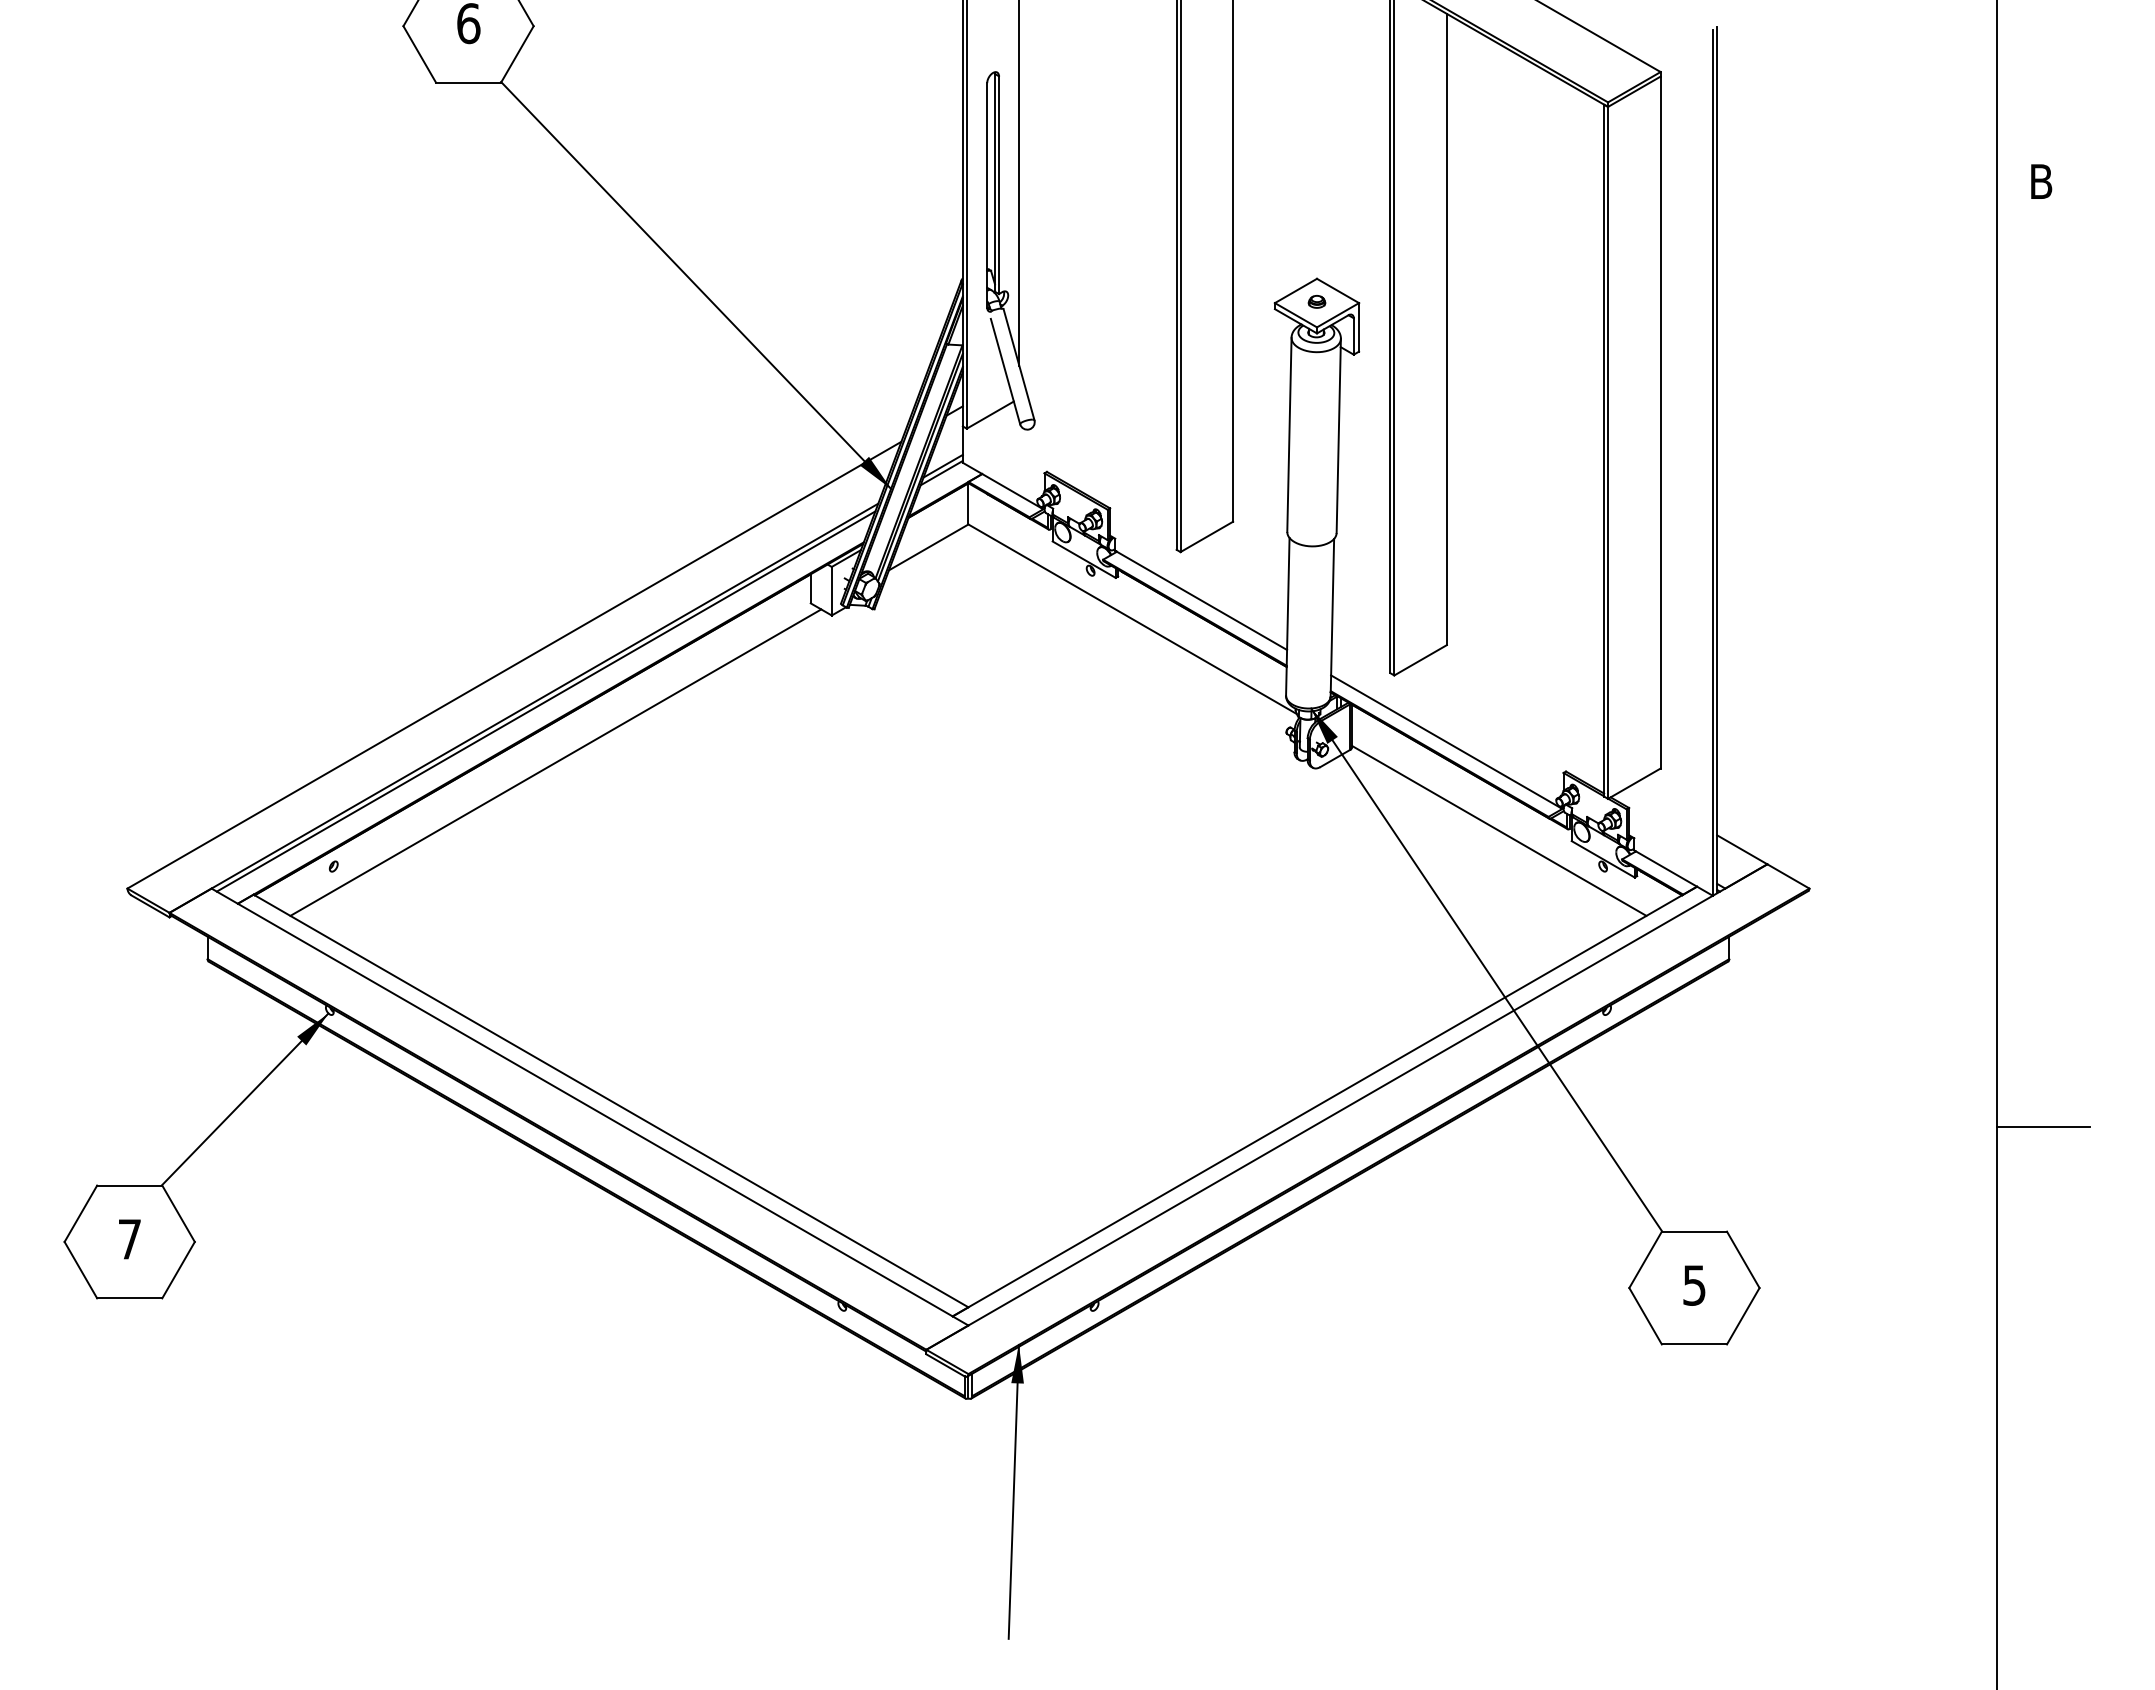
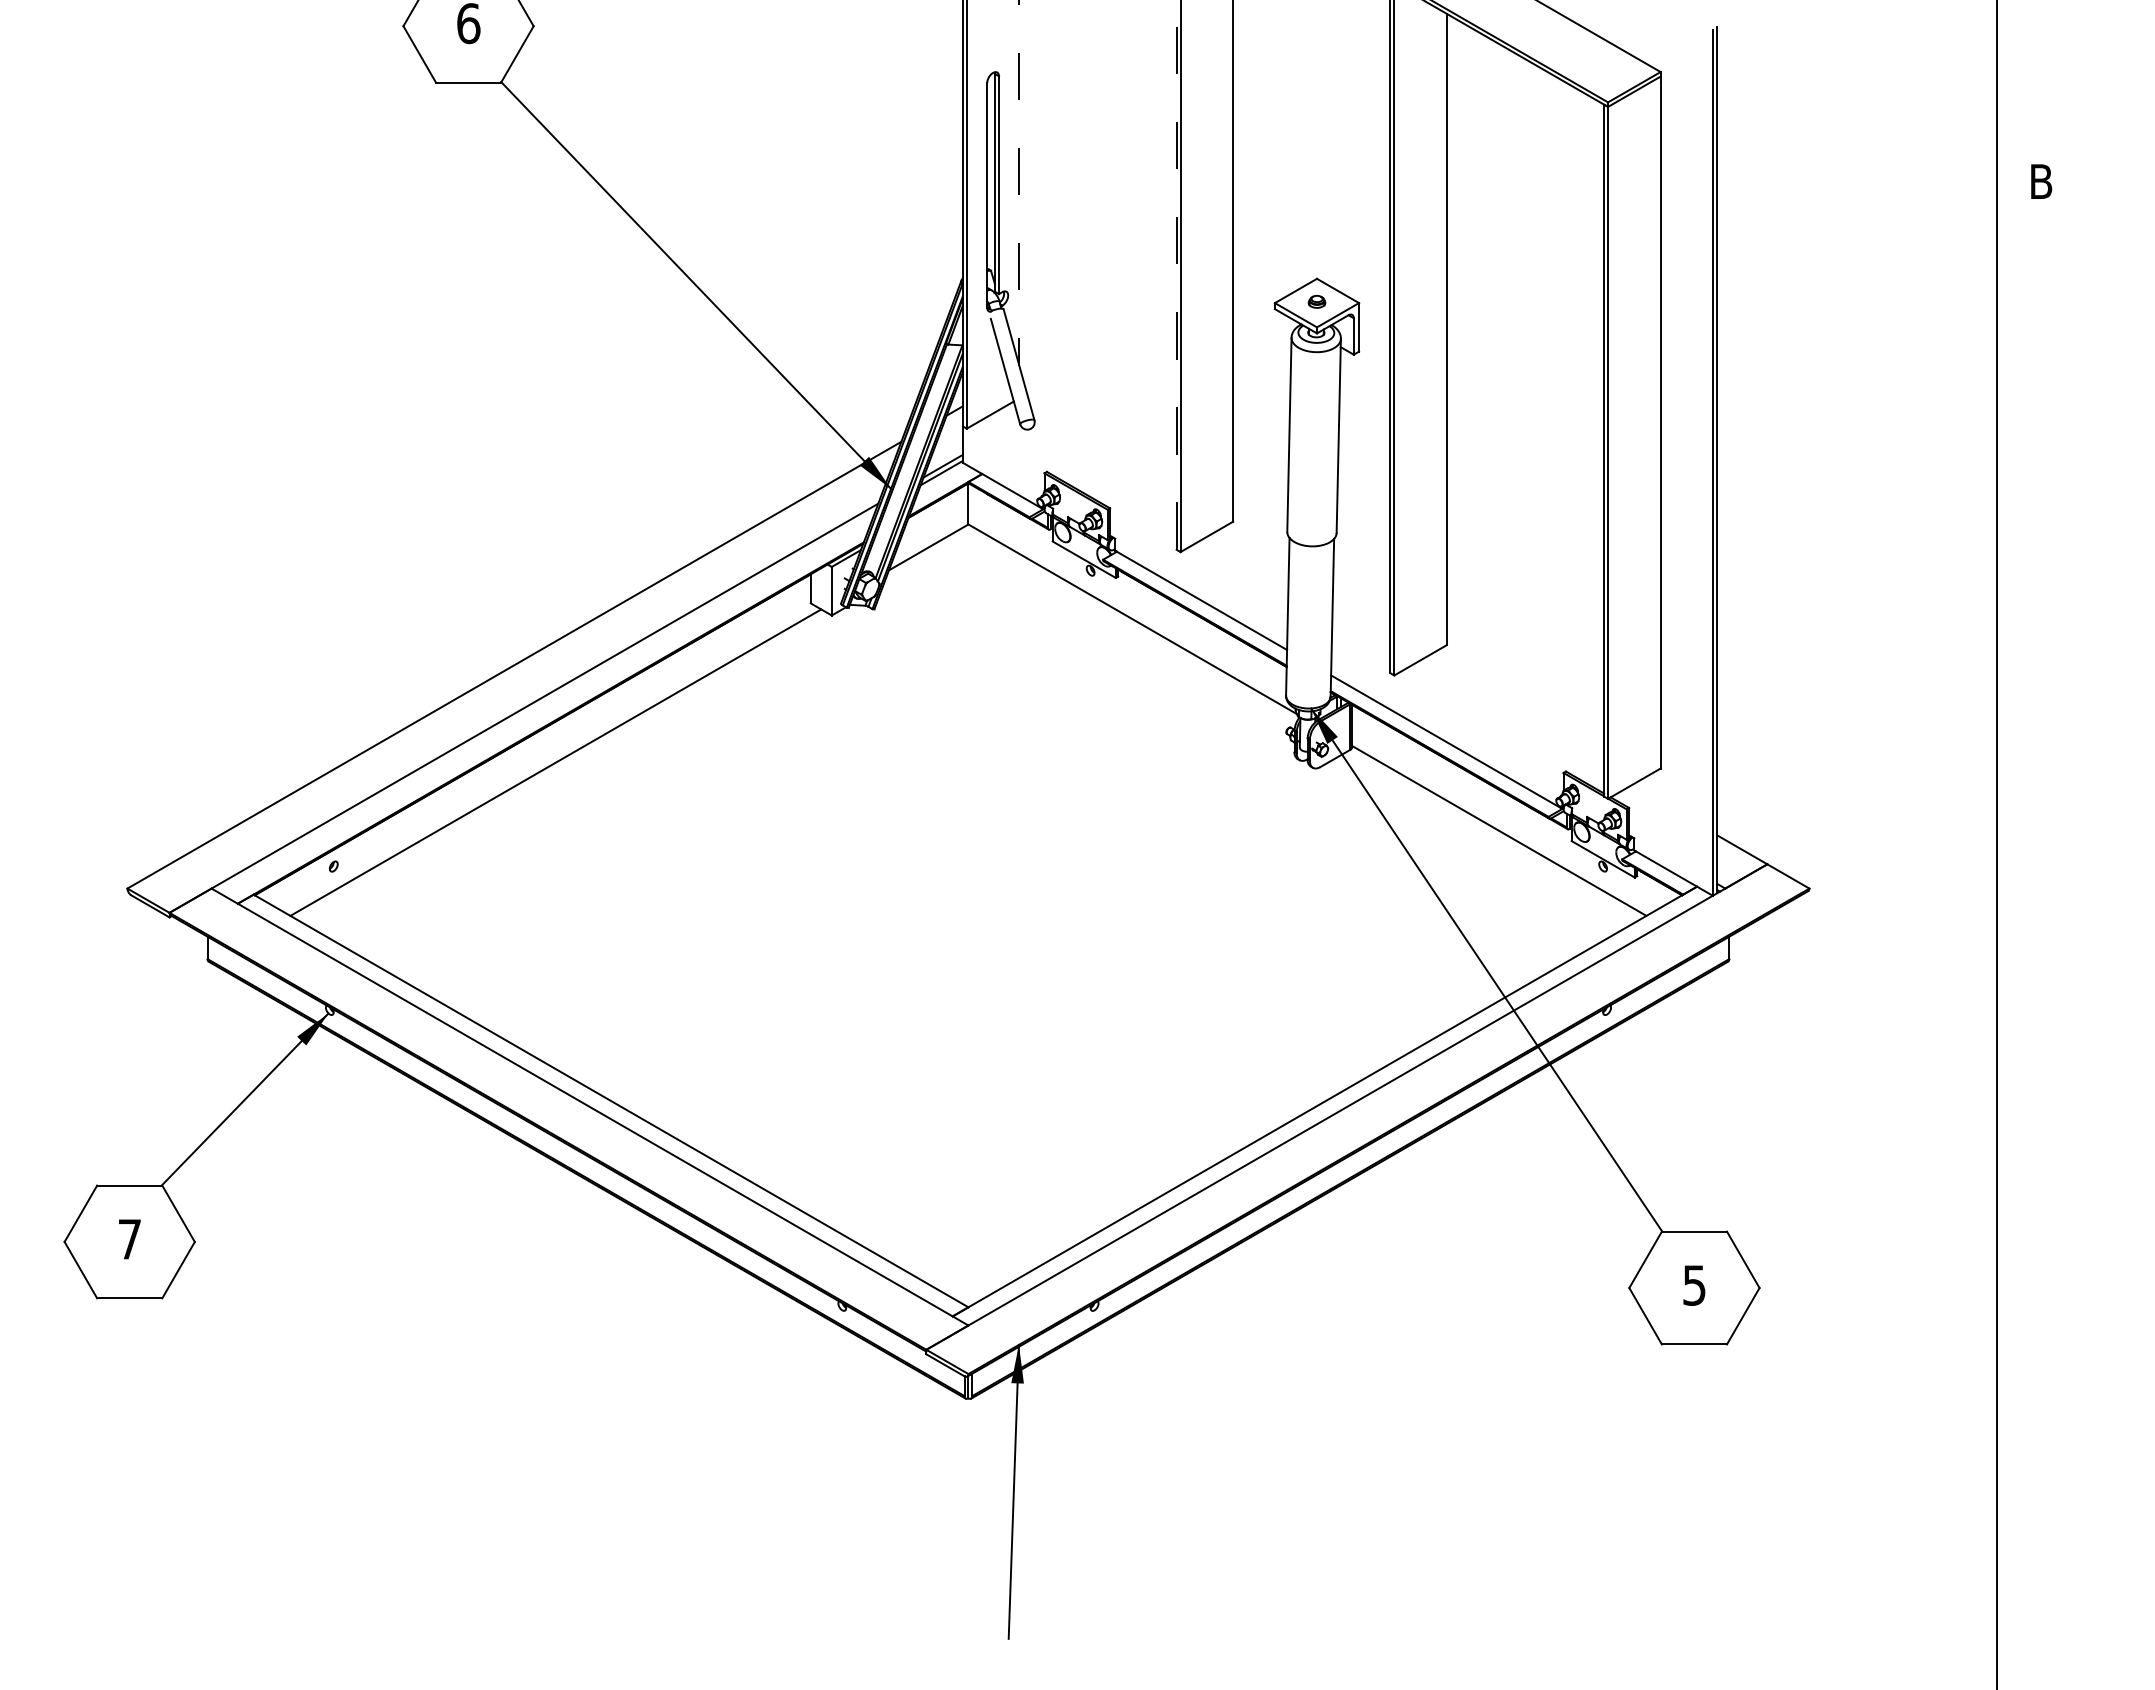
line at (1019, 183): solid -> dashed
line at (1176, 274): solid -> dashed
line at (545, 701): present -> none
line at (2043, 1126): present -> none
